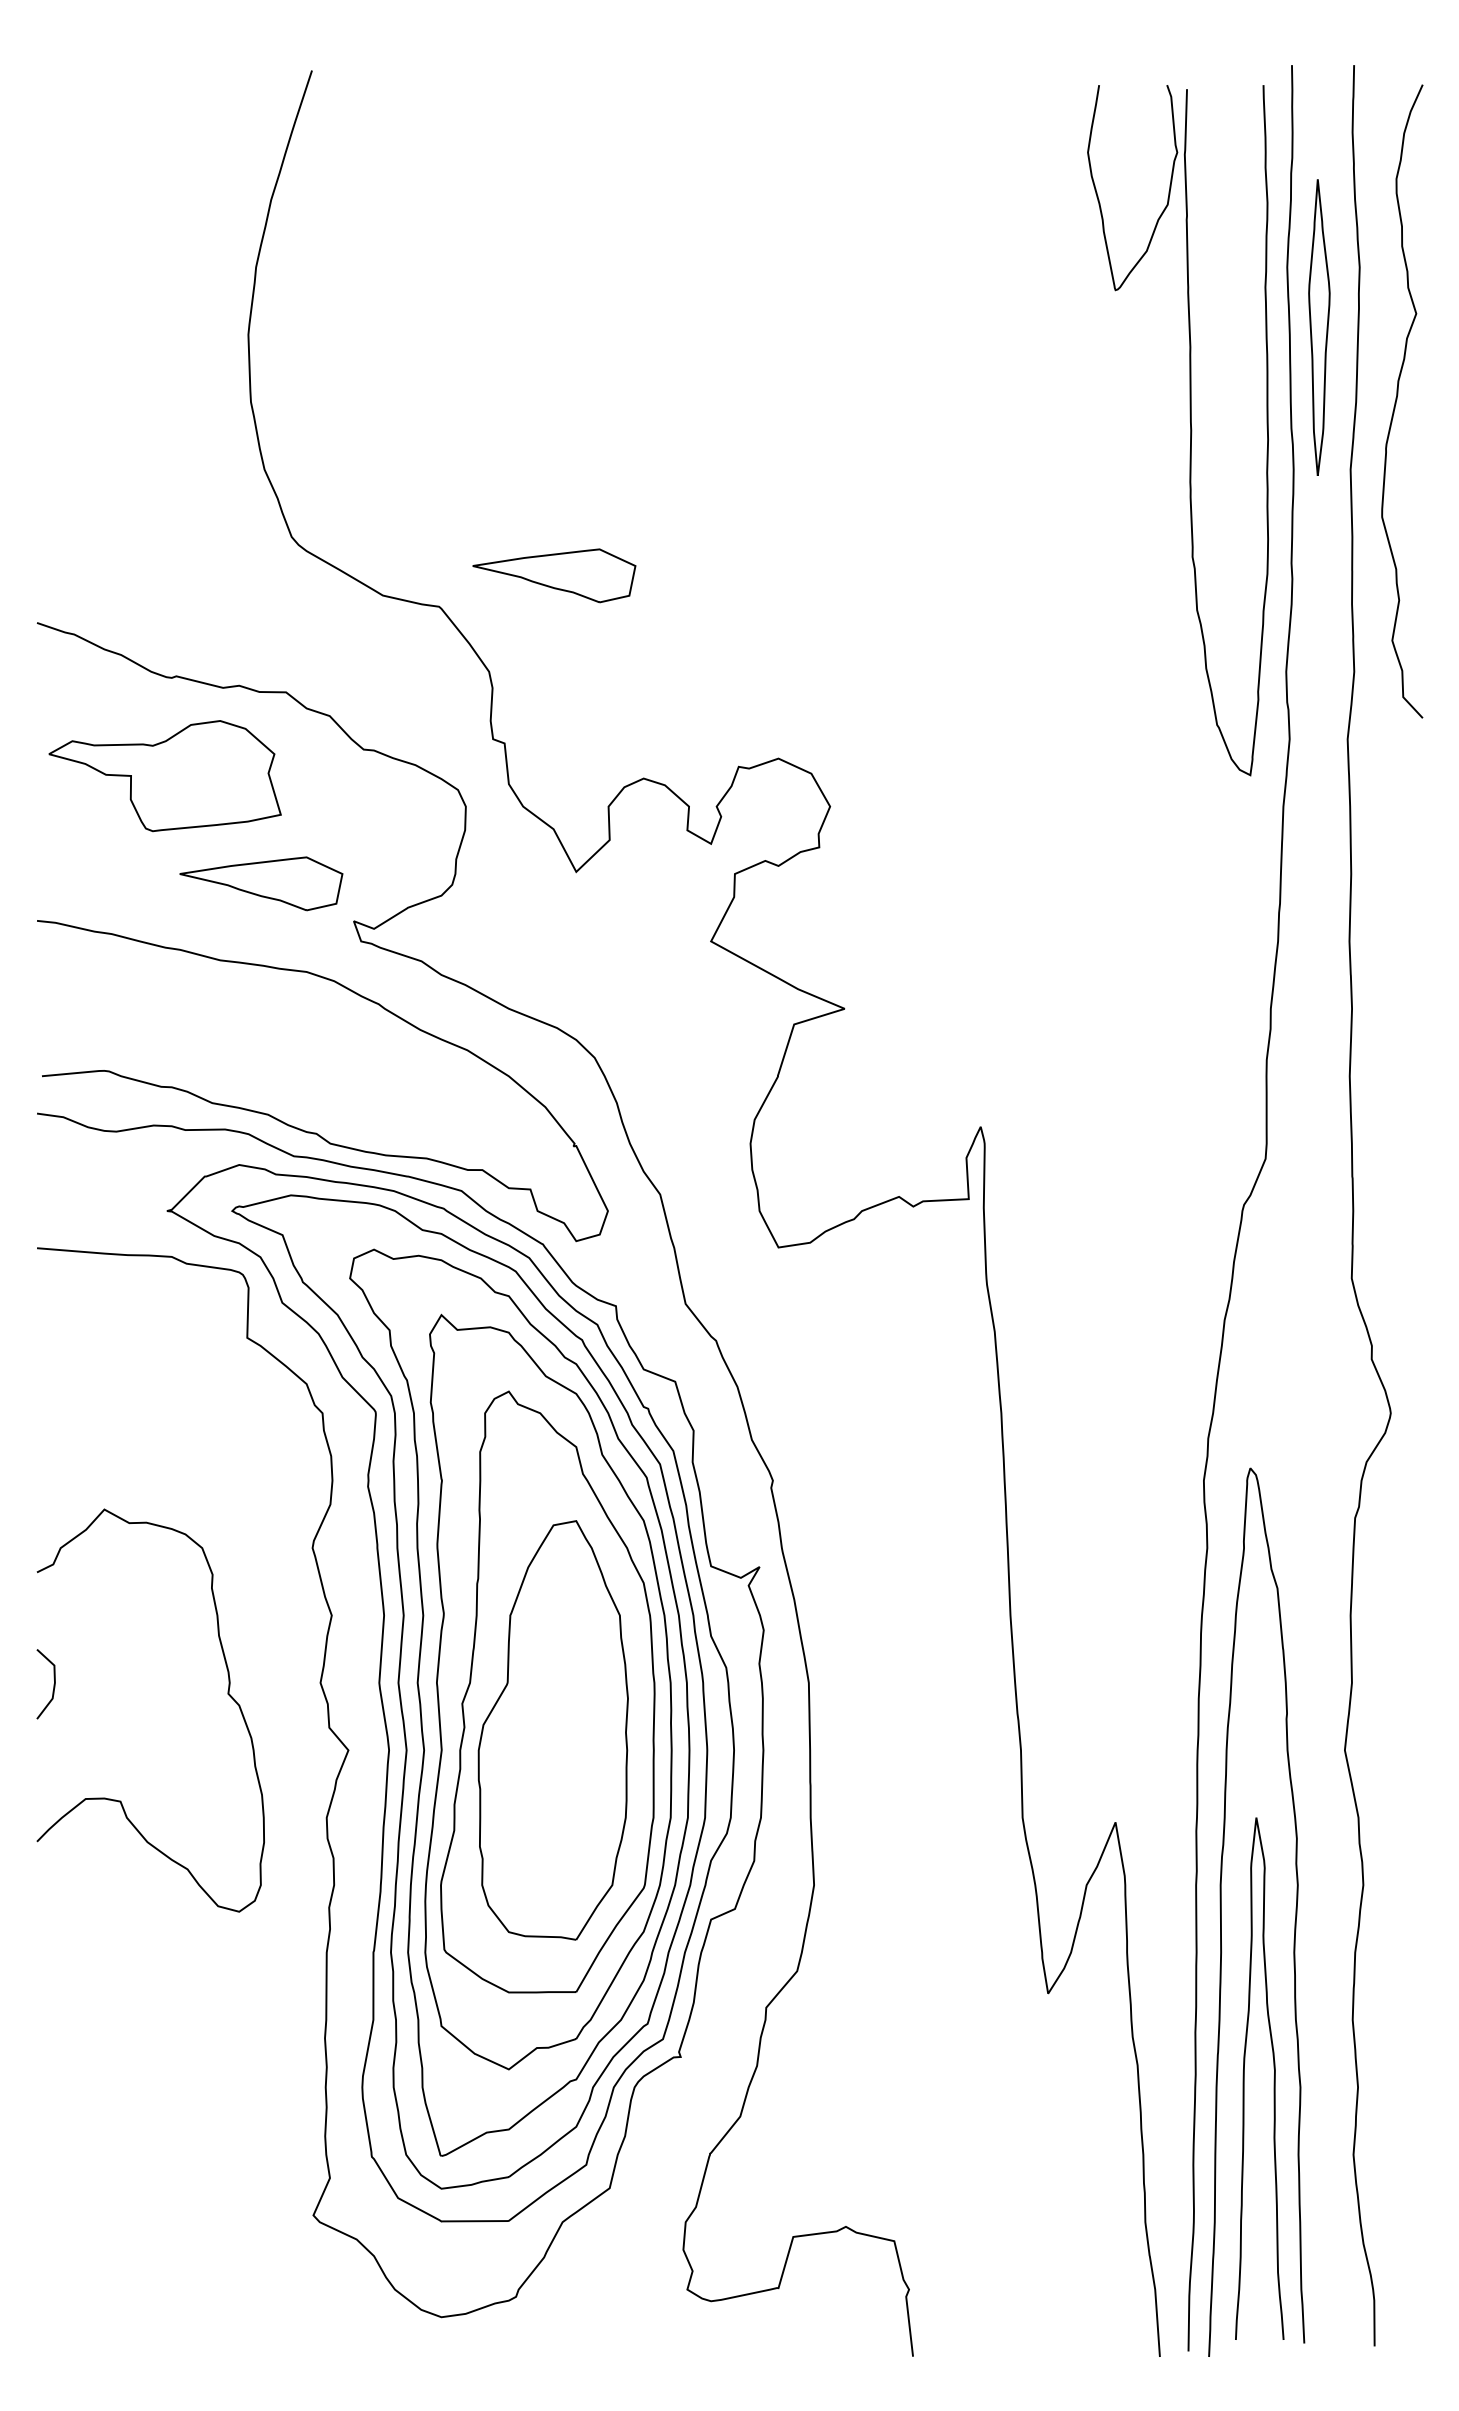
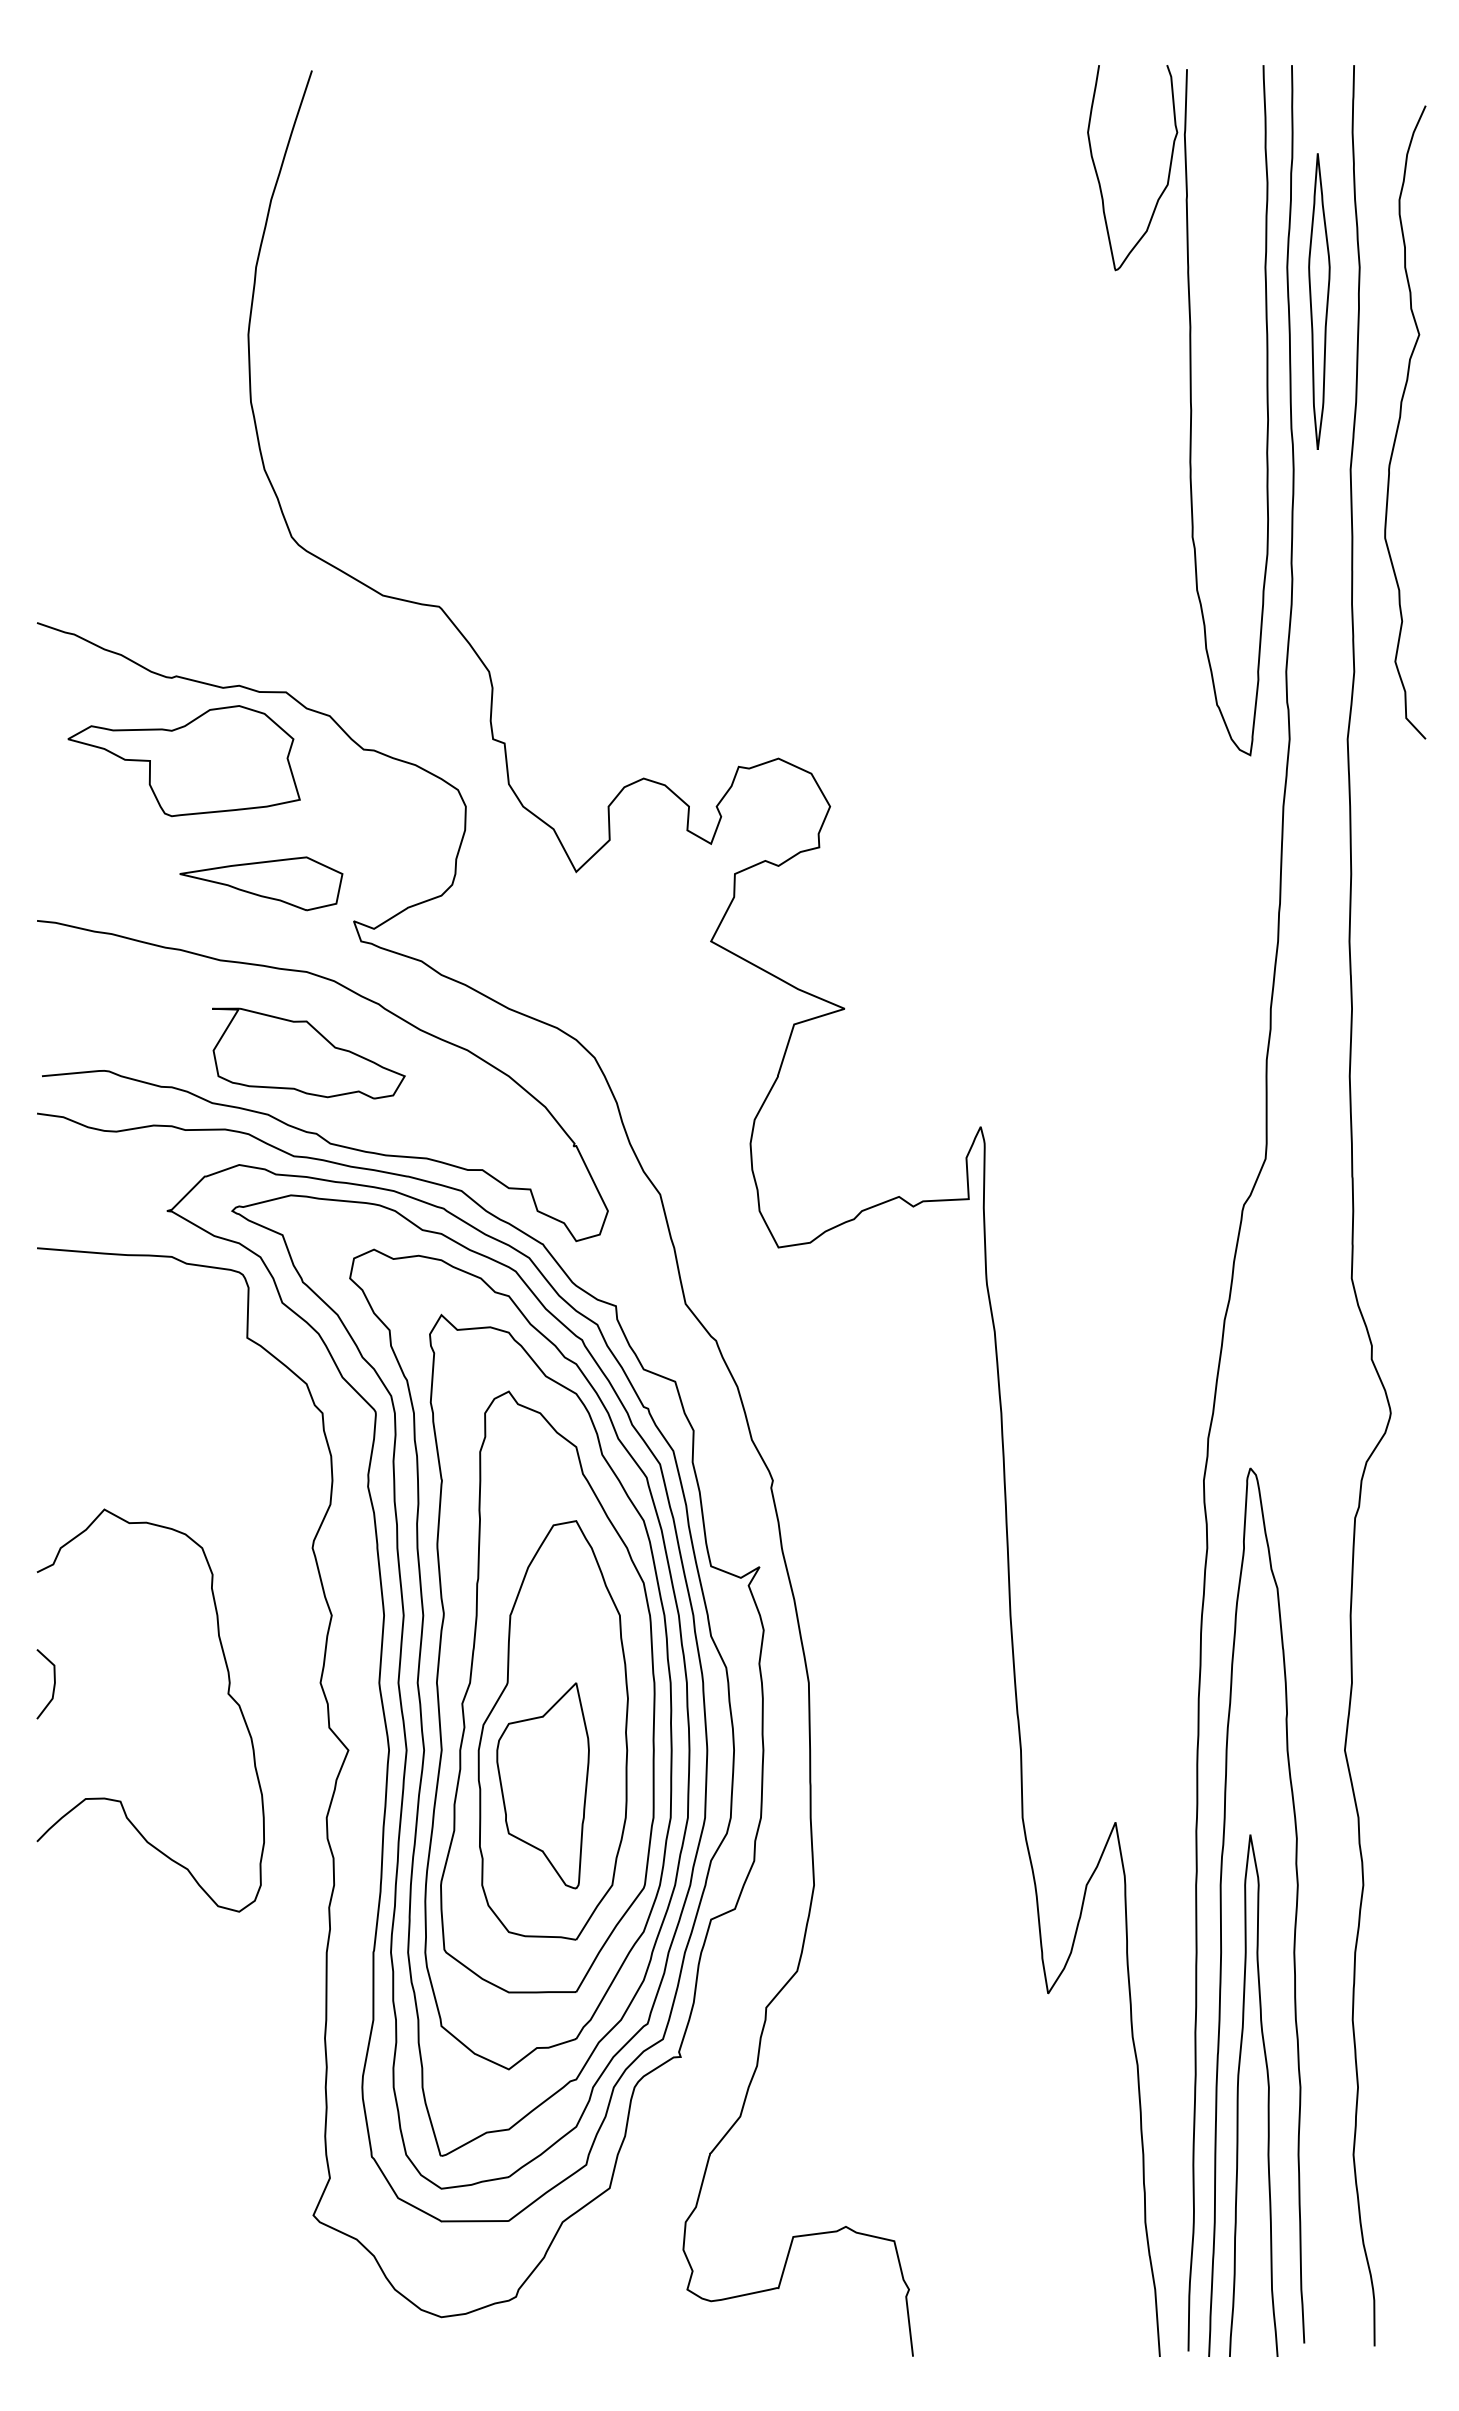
part at (1319, 327) position: (1319, 327) -> (1319, 301)
curve at (1397, 400) position: (1397, 400) -> (1400, 421)
part at (1190, 430) position: (1190, 430) -> (1190, 410)
part at (554, 575): present -> none
part at (164, 776) position: (164, 776) -> (183, 761)
part at (308, 1053): none -> present
part at (542, 1785): none -> present
curve at (1273, 2078) position: (1273, 2078) -> (1267, 2095)
